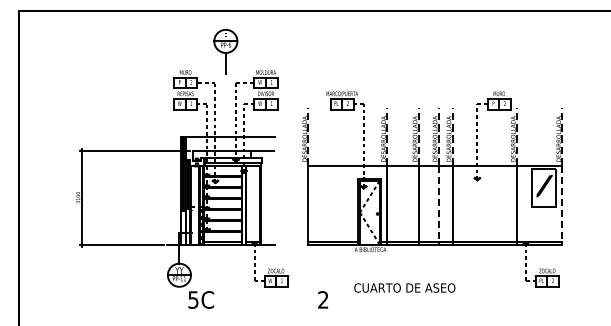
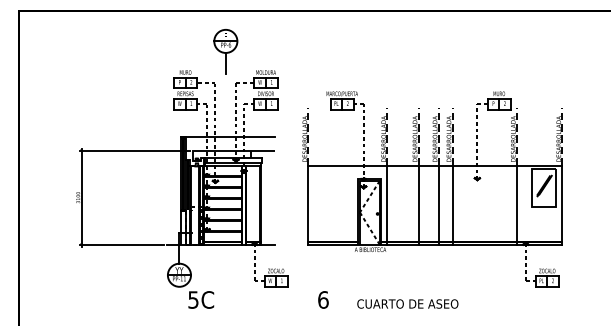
line at (438, 205): dashed -> solid
line at (562, 205): dashed -> solid
text at (404, 287) position: (404, 287) -> (407, 303)
text at (323, 299): 2 -> 6
